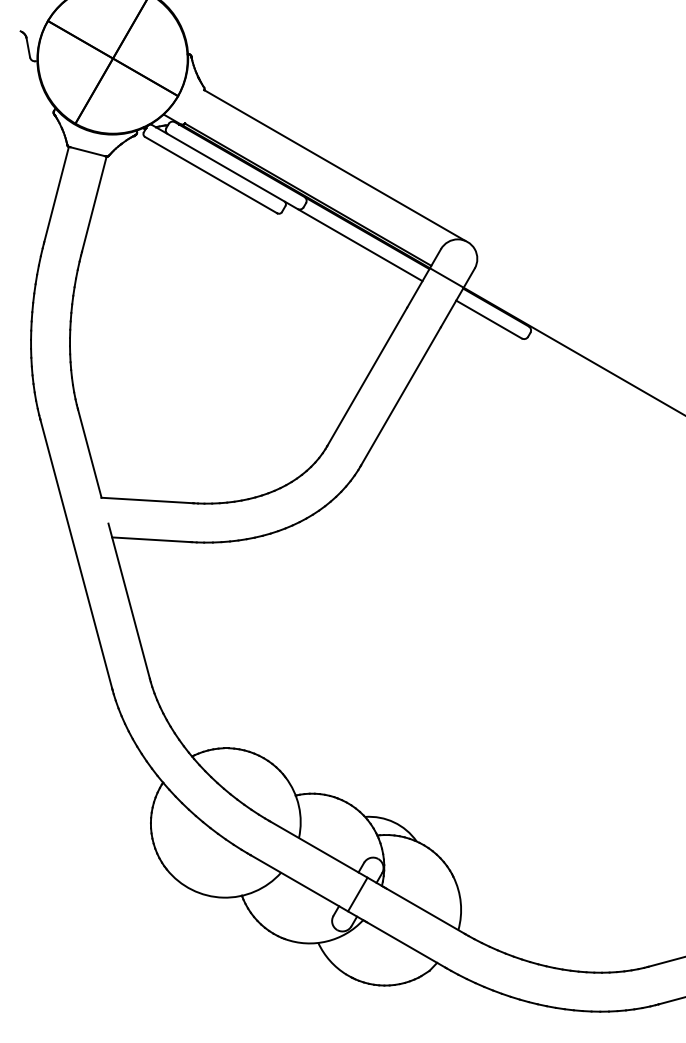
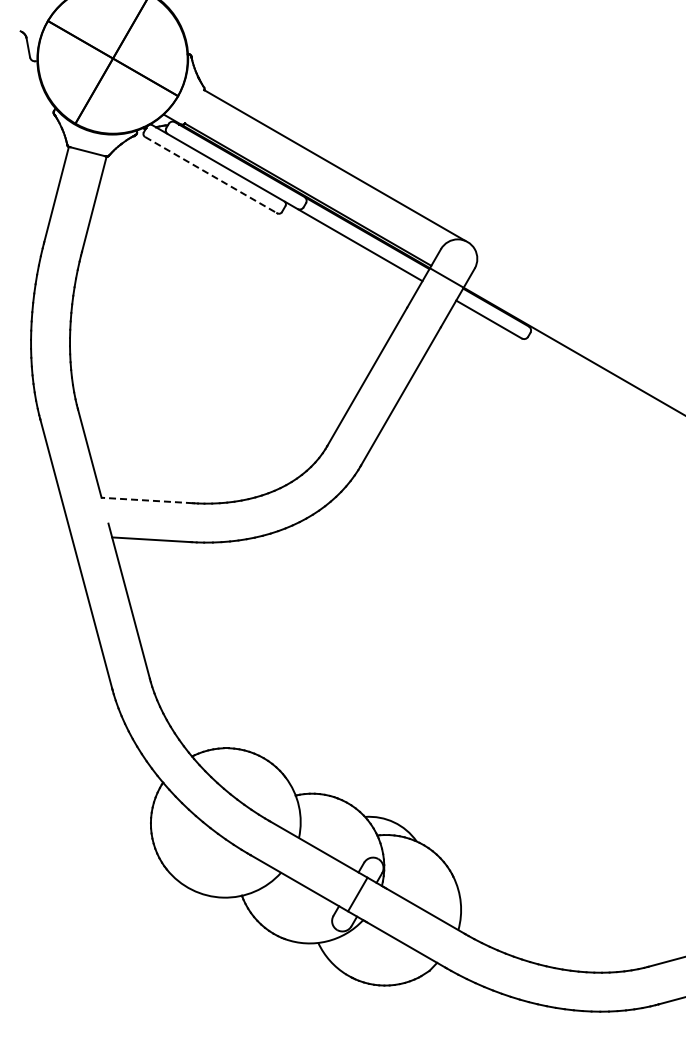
line at (211, 175): solid -> dashed
line at (147, 500): solid -> dashed
